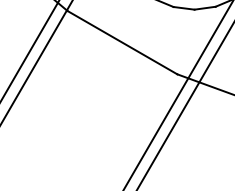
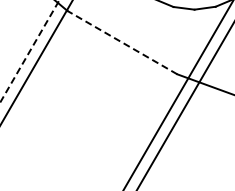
line at (122, 42): solid -> dashed
line at (29, 51): solid -> dashed
